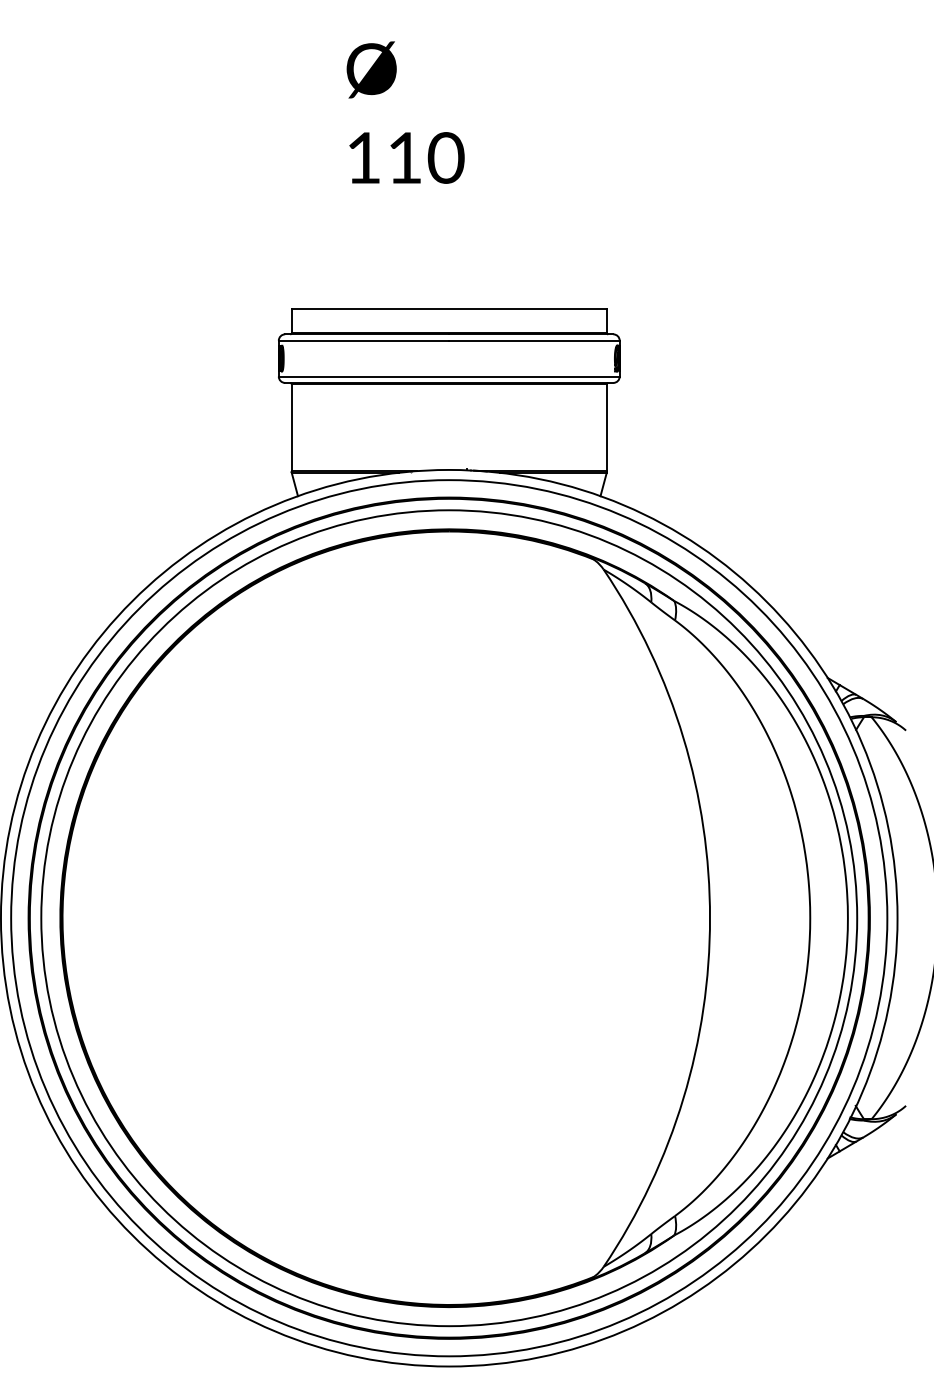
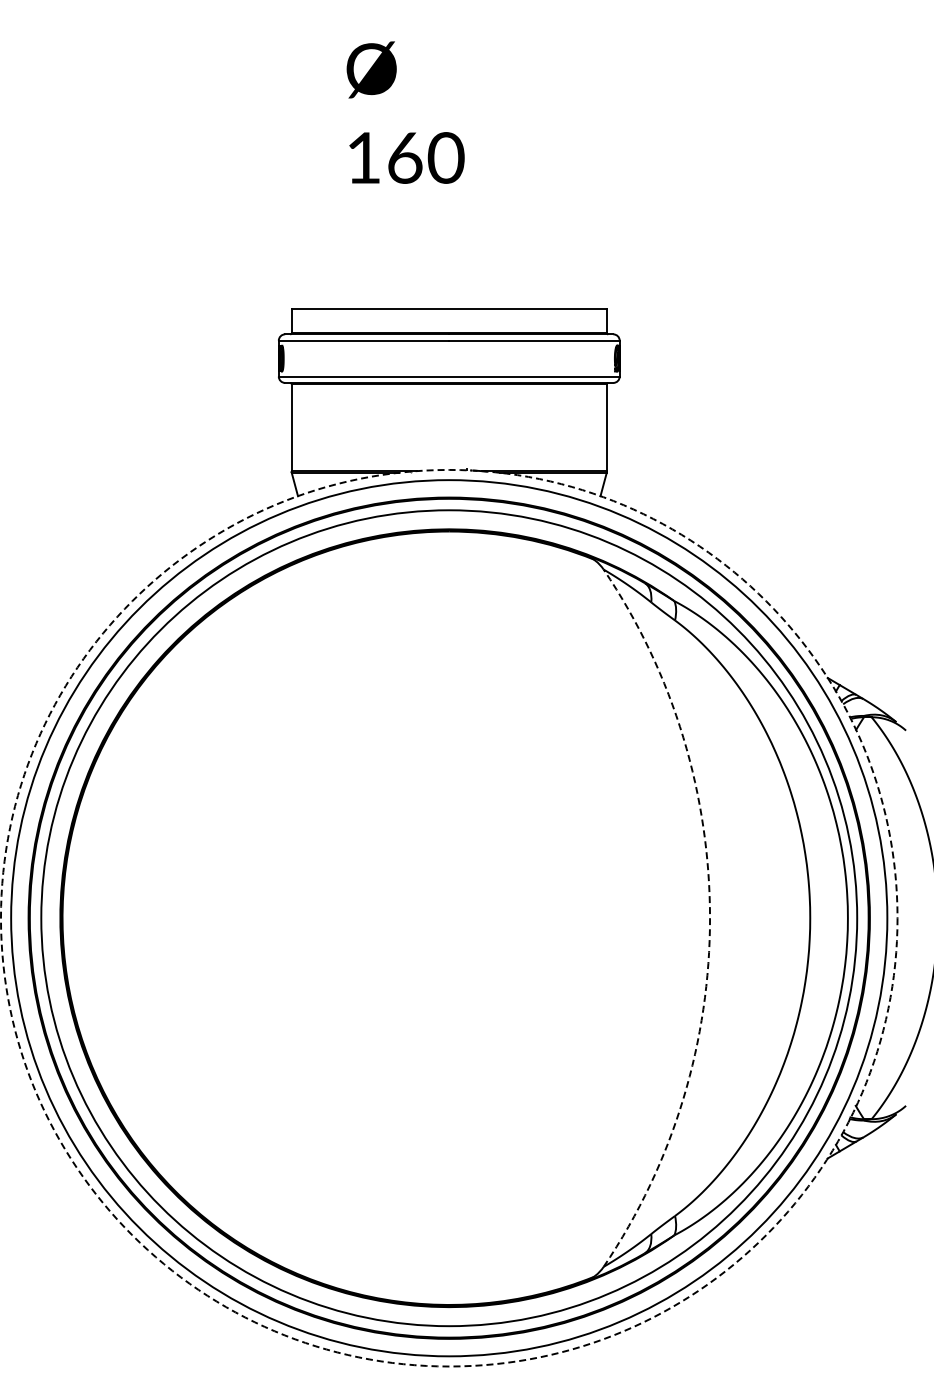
text at (405, 157): 110 -> 160
circle at (448, 917): solid -> dashed
arc at (710, 918): solid -> dashed
